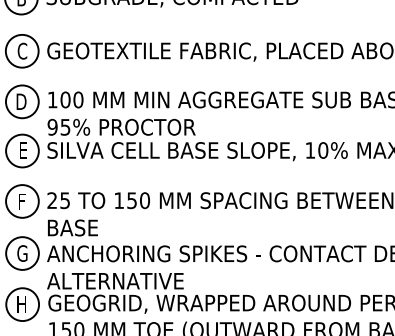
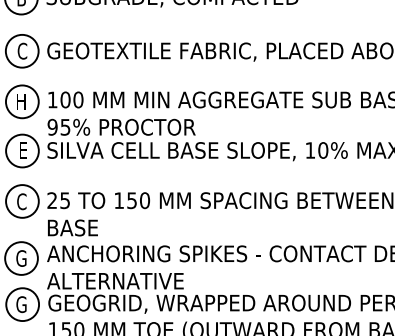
text at (21, 101): D -> H
text at (21, 201): F -> C
part at (22, 253) position: (22, 253) -> (21, 258)
text at (21, 304): H -> G
